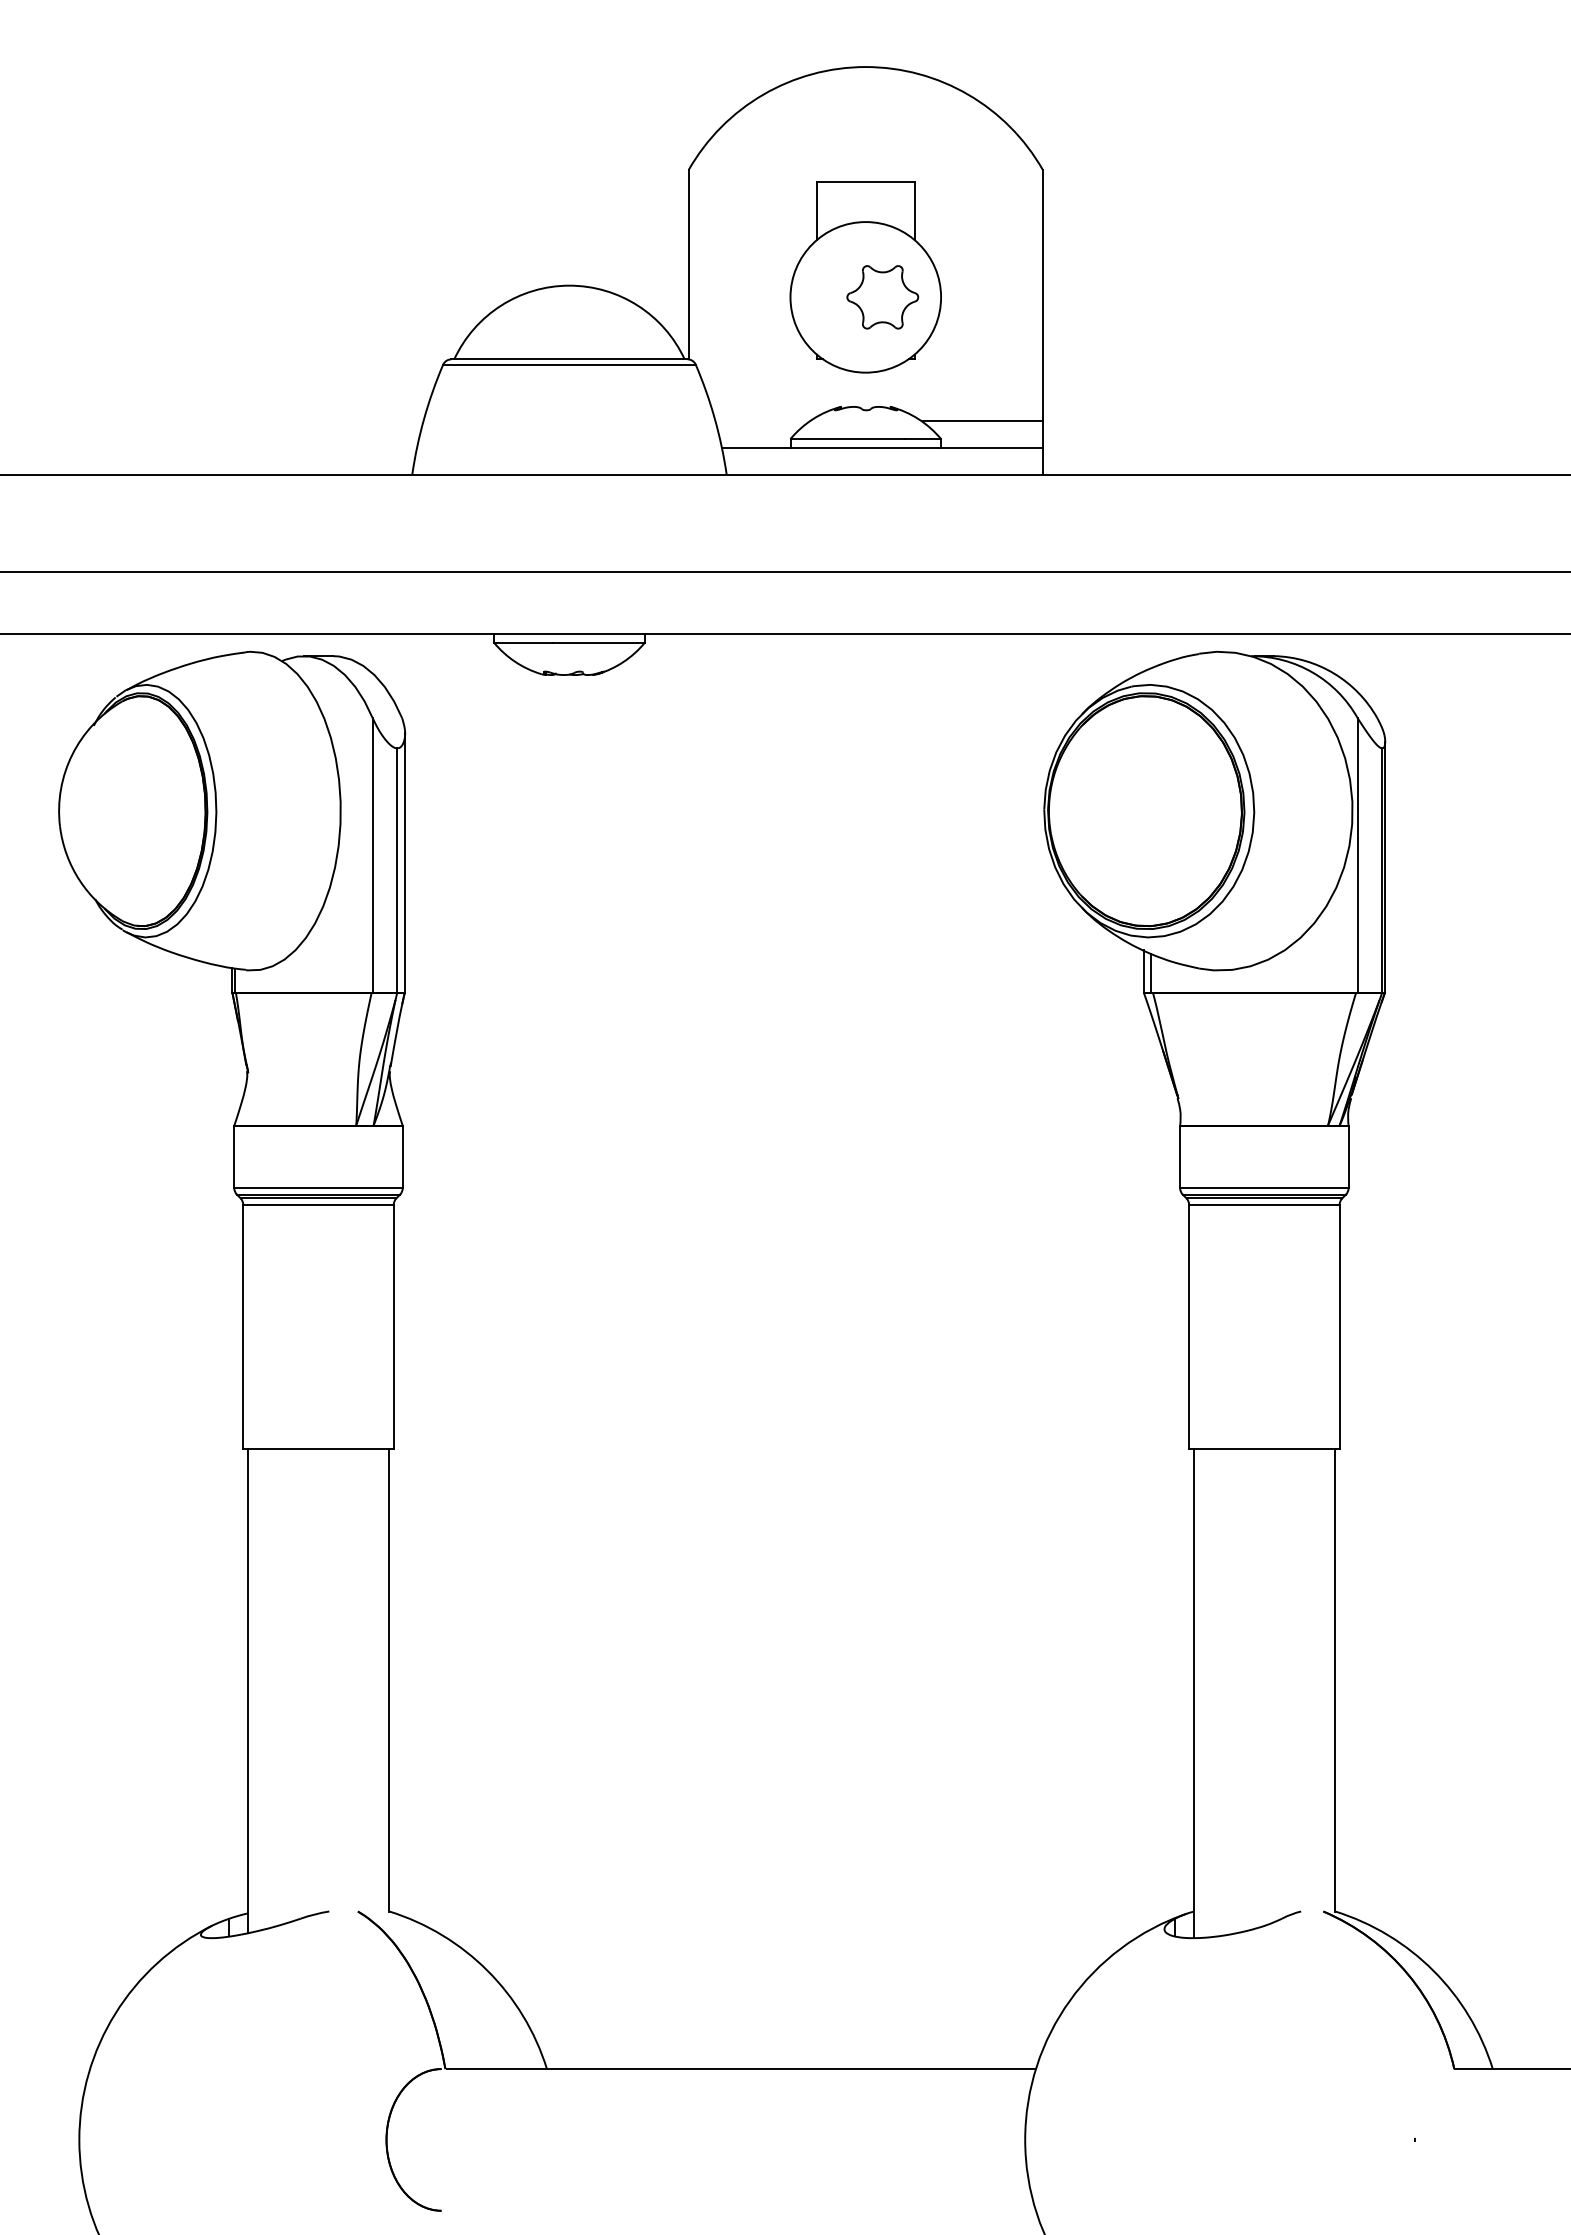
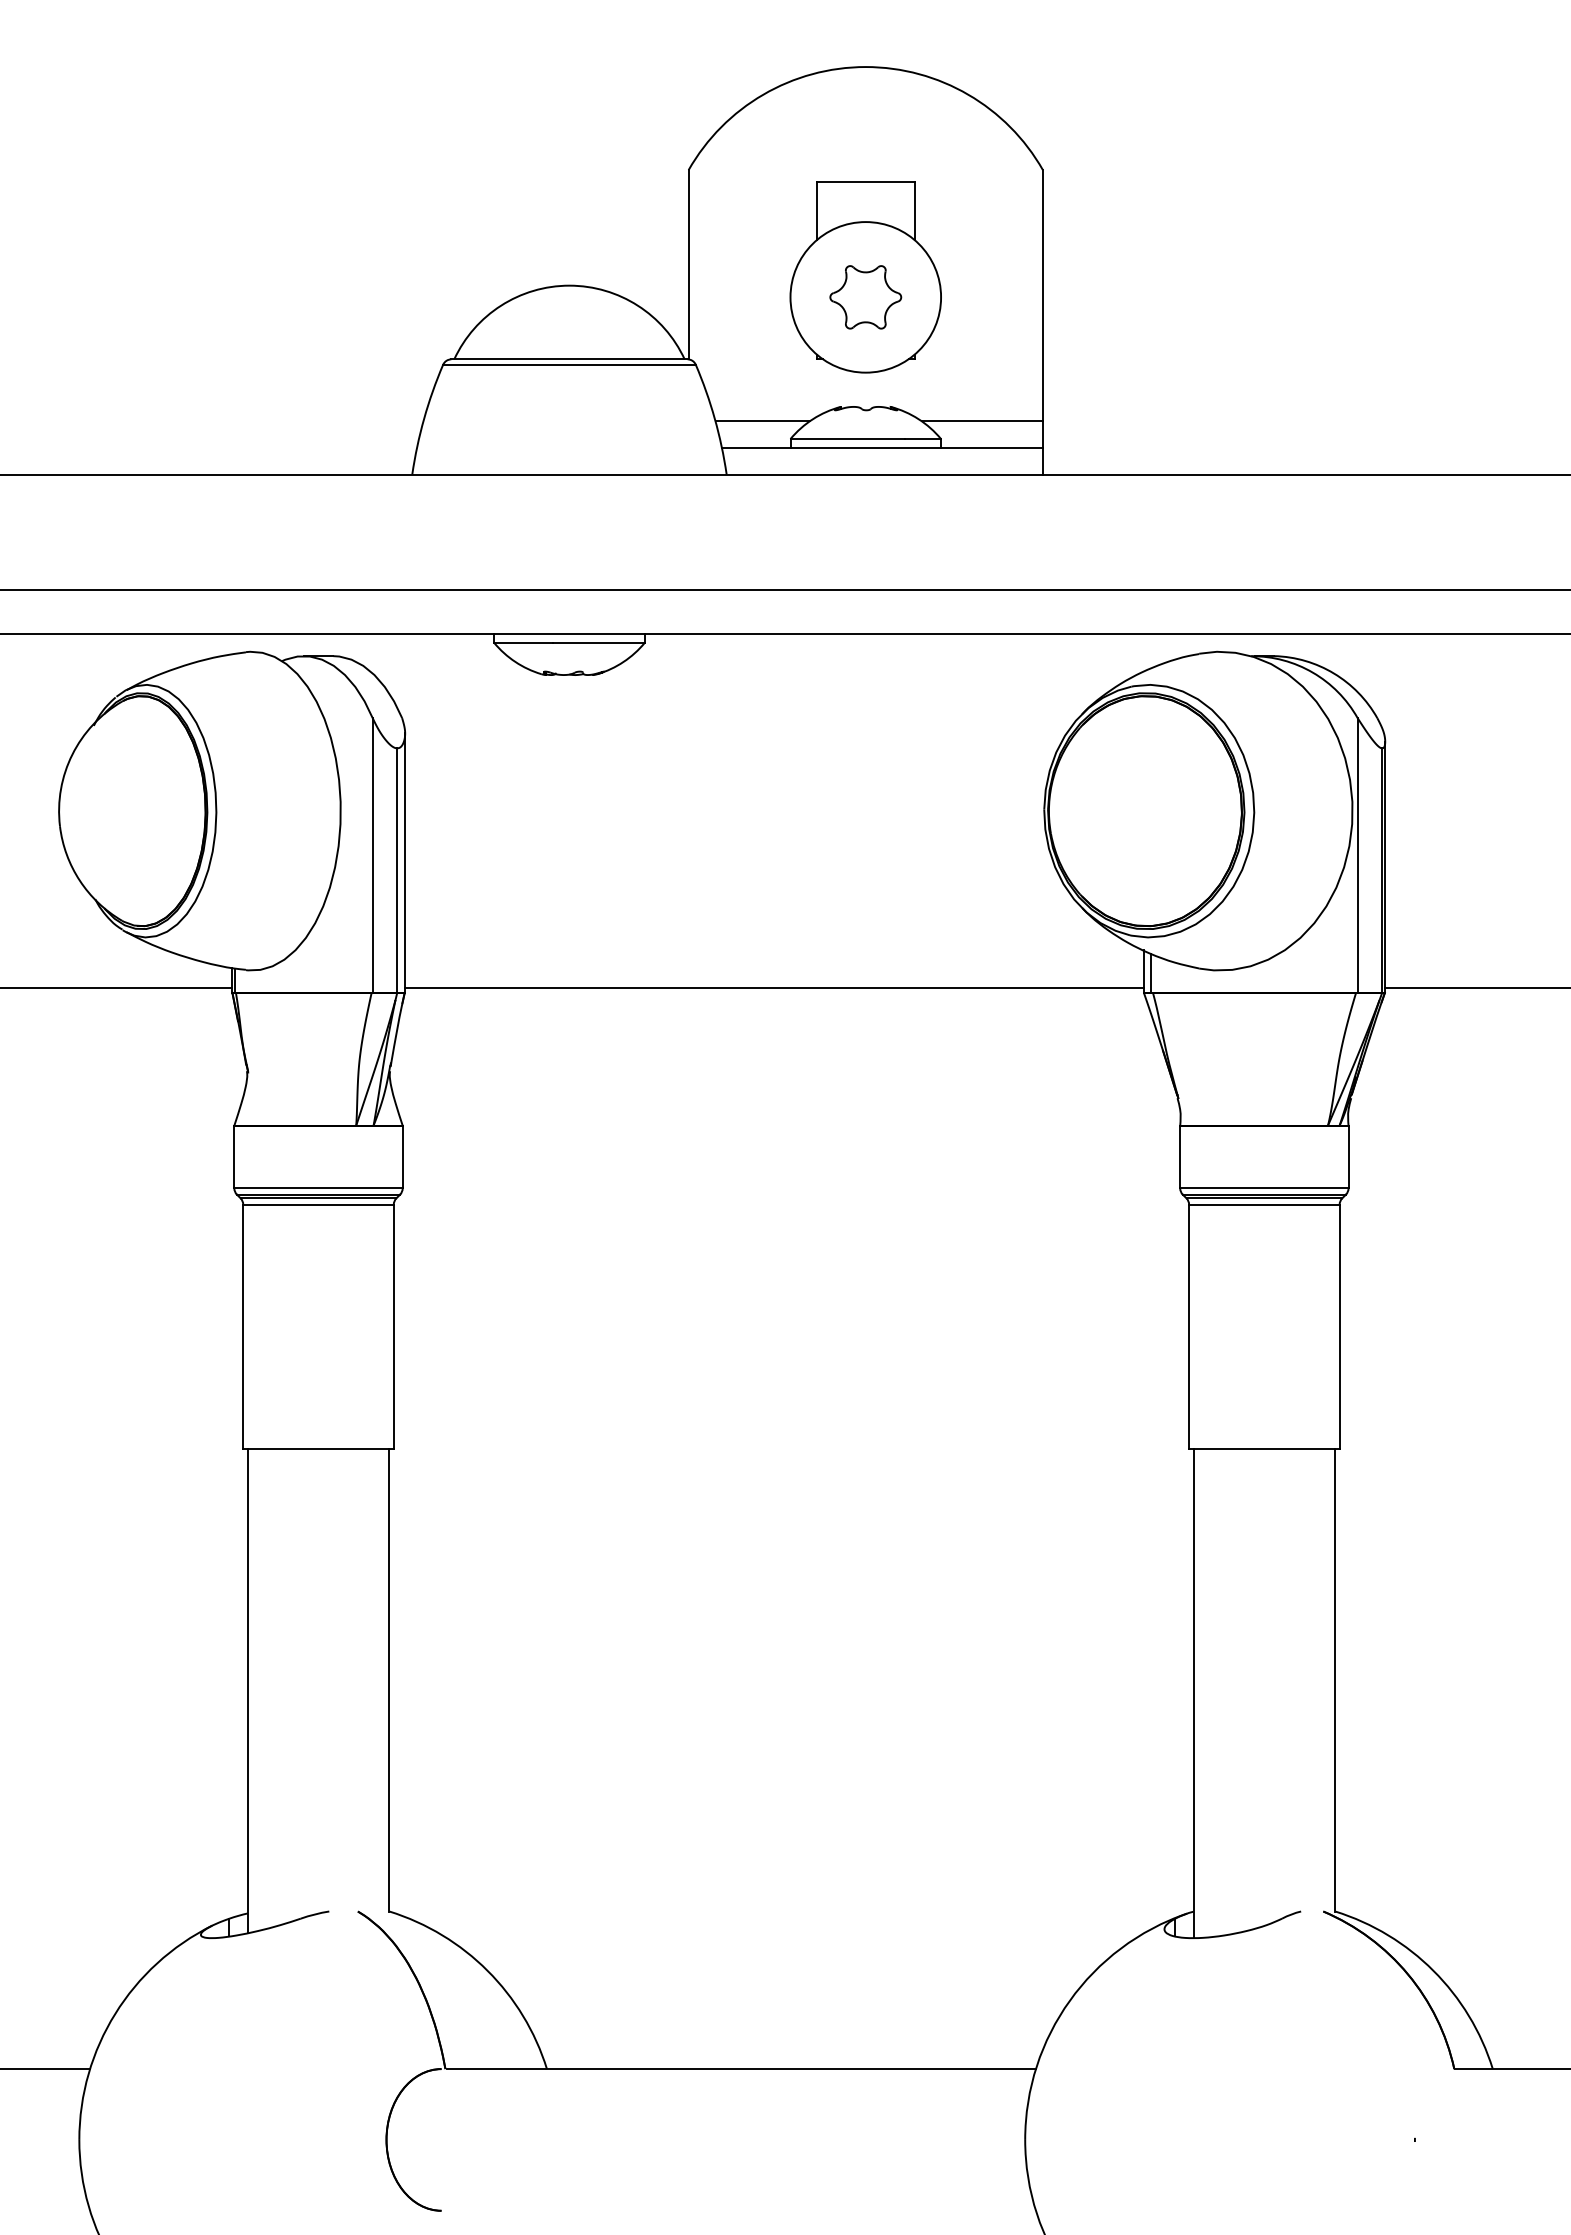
part at (882, 297) position: (882, 297) -> (865, 297)
line at (762, 421): none -> present
line at (784, 571) position: (784, 571) -> (784, 589)
line at (116, 988): none -> present
line at (774, 988): none -> present
line at (1476, 988): none -> present
line at (46, 2069): none -> present
